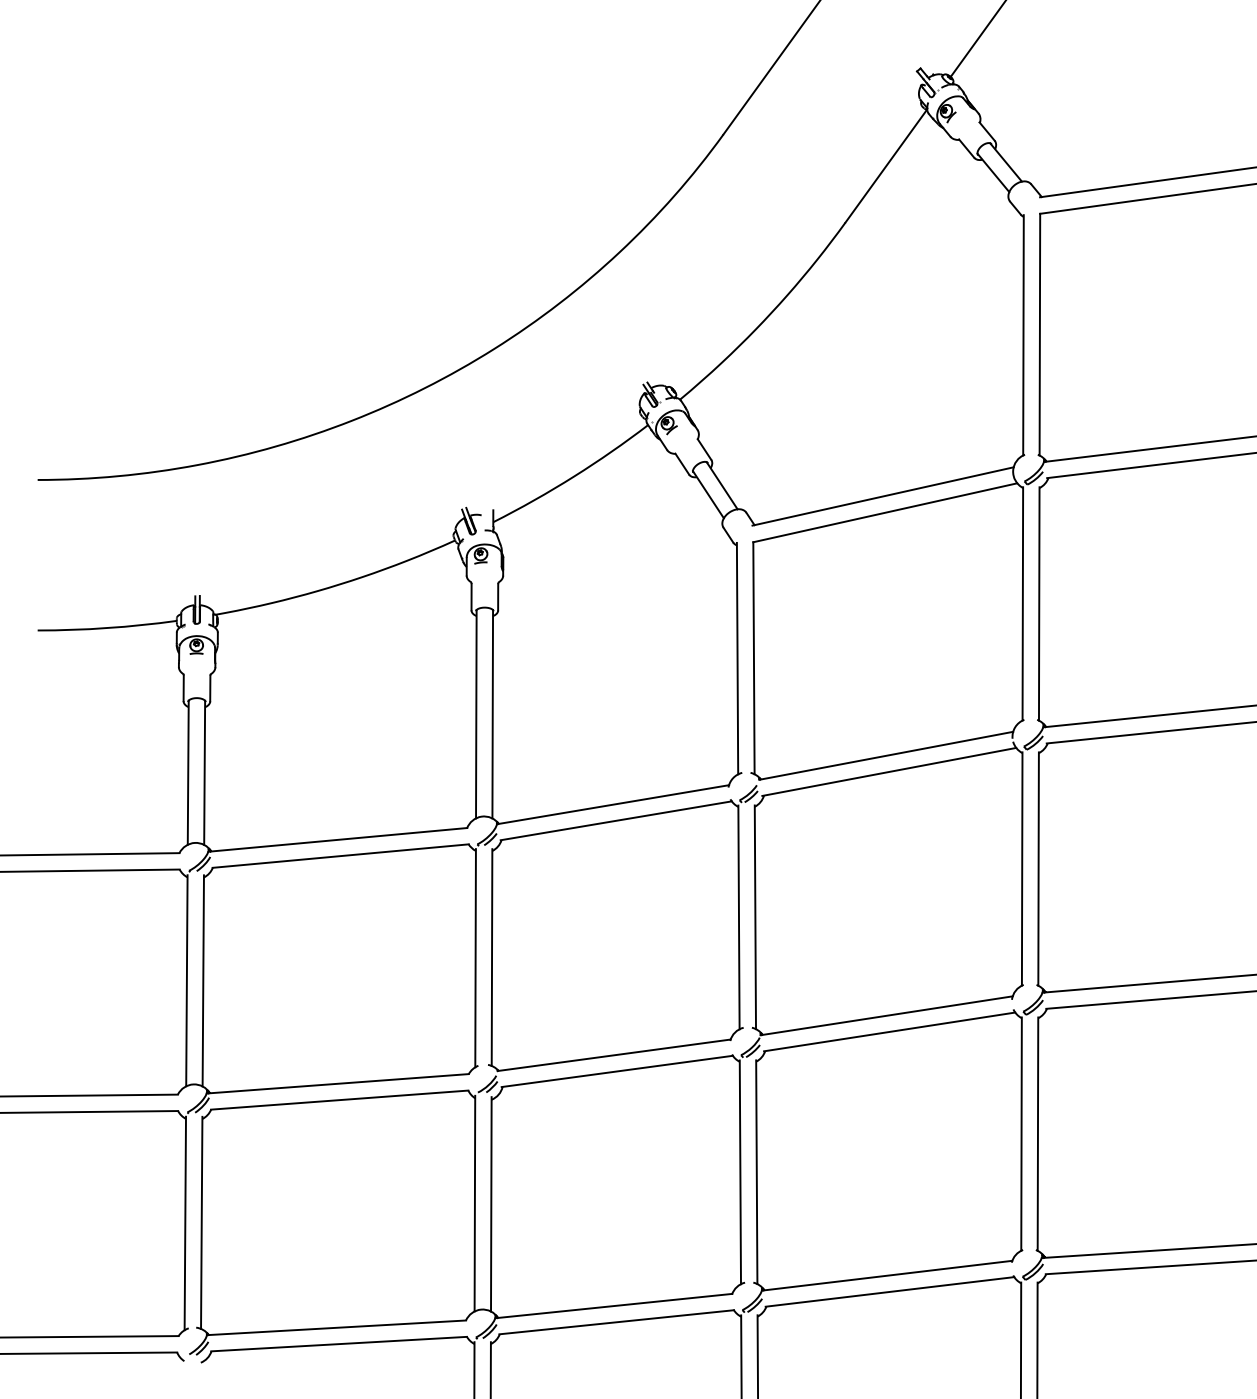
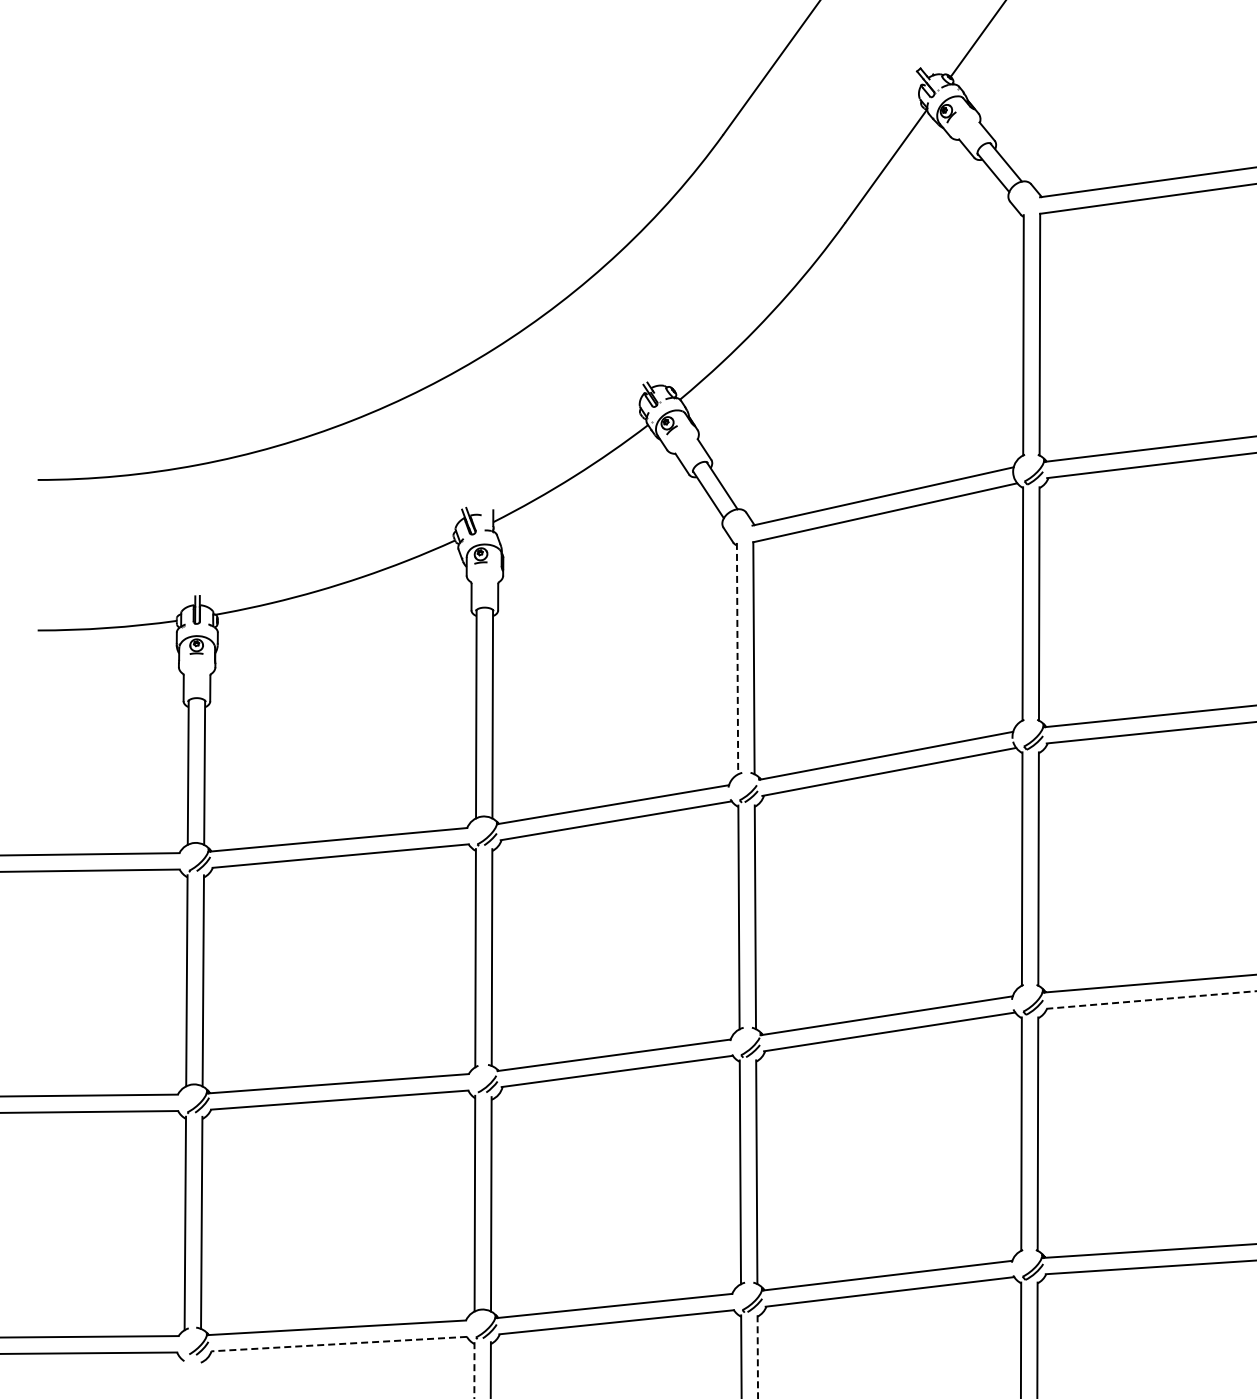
line at (737, 658): solid -> dashed
line at (1151, 999): solid -> dashed
line at (338, 1344): solid -> dashed
line at (757, 1357): solid -> dashed
line at (474, 1370): solid -> dashed
